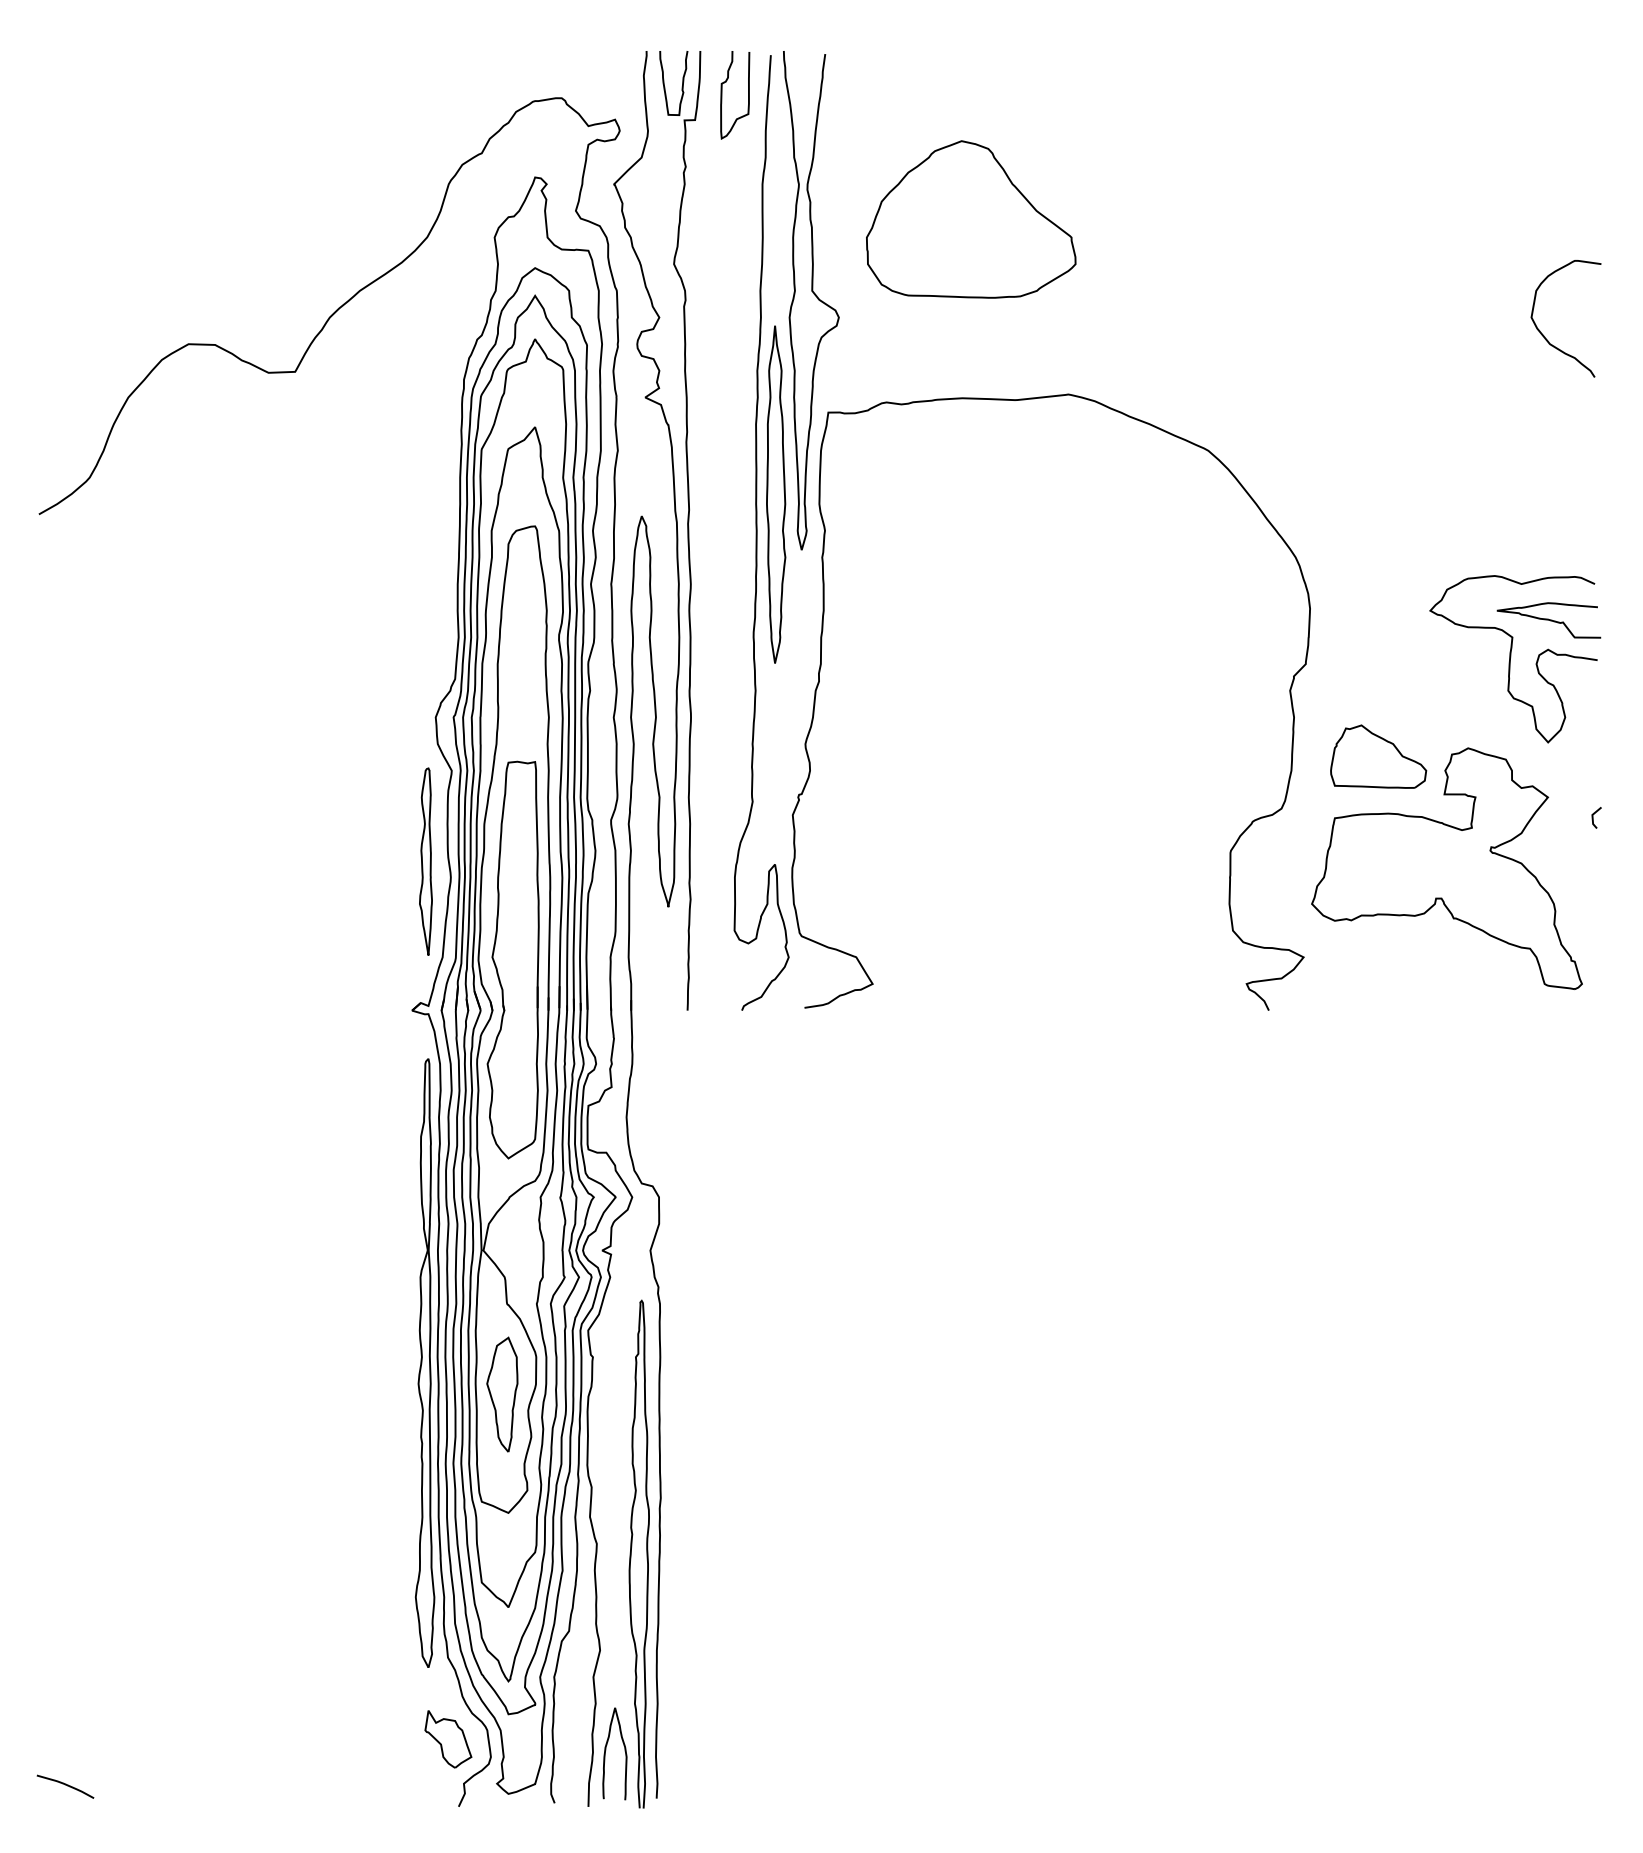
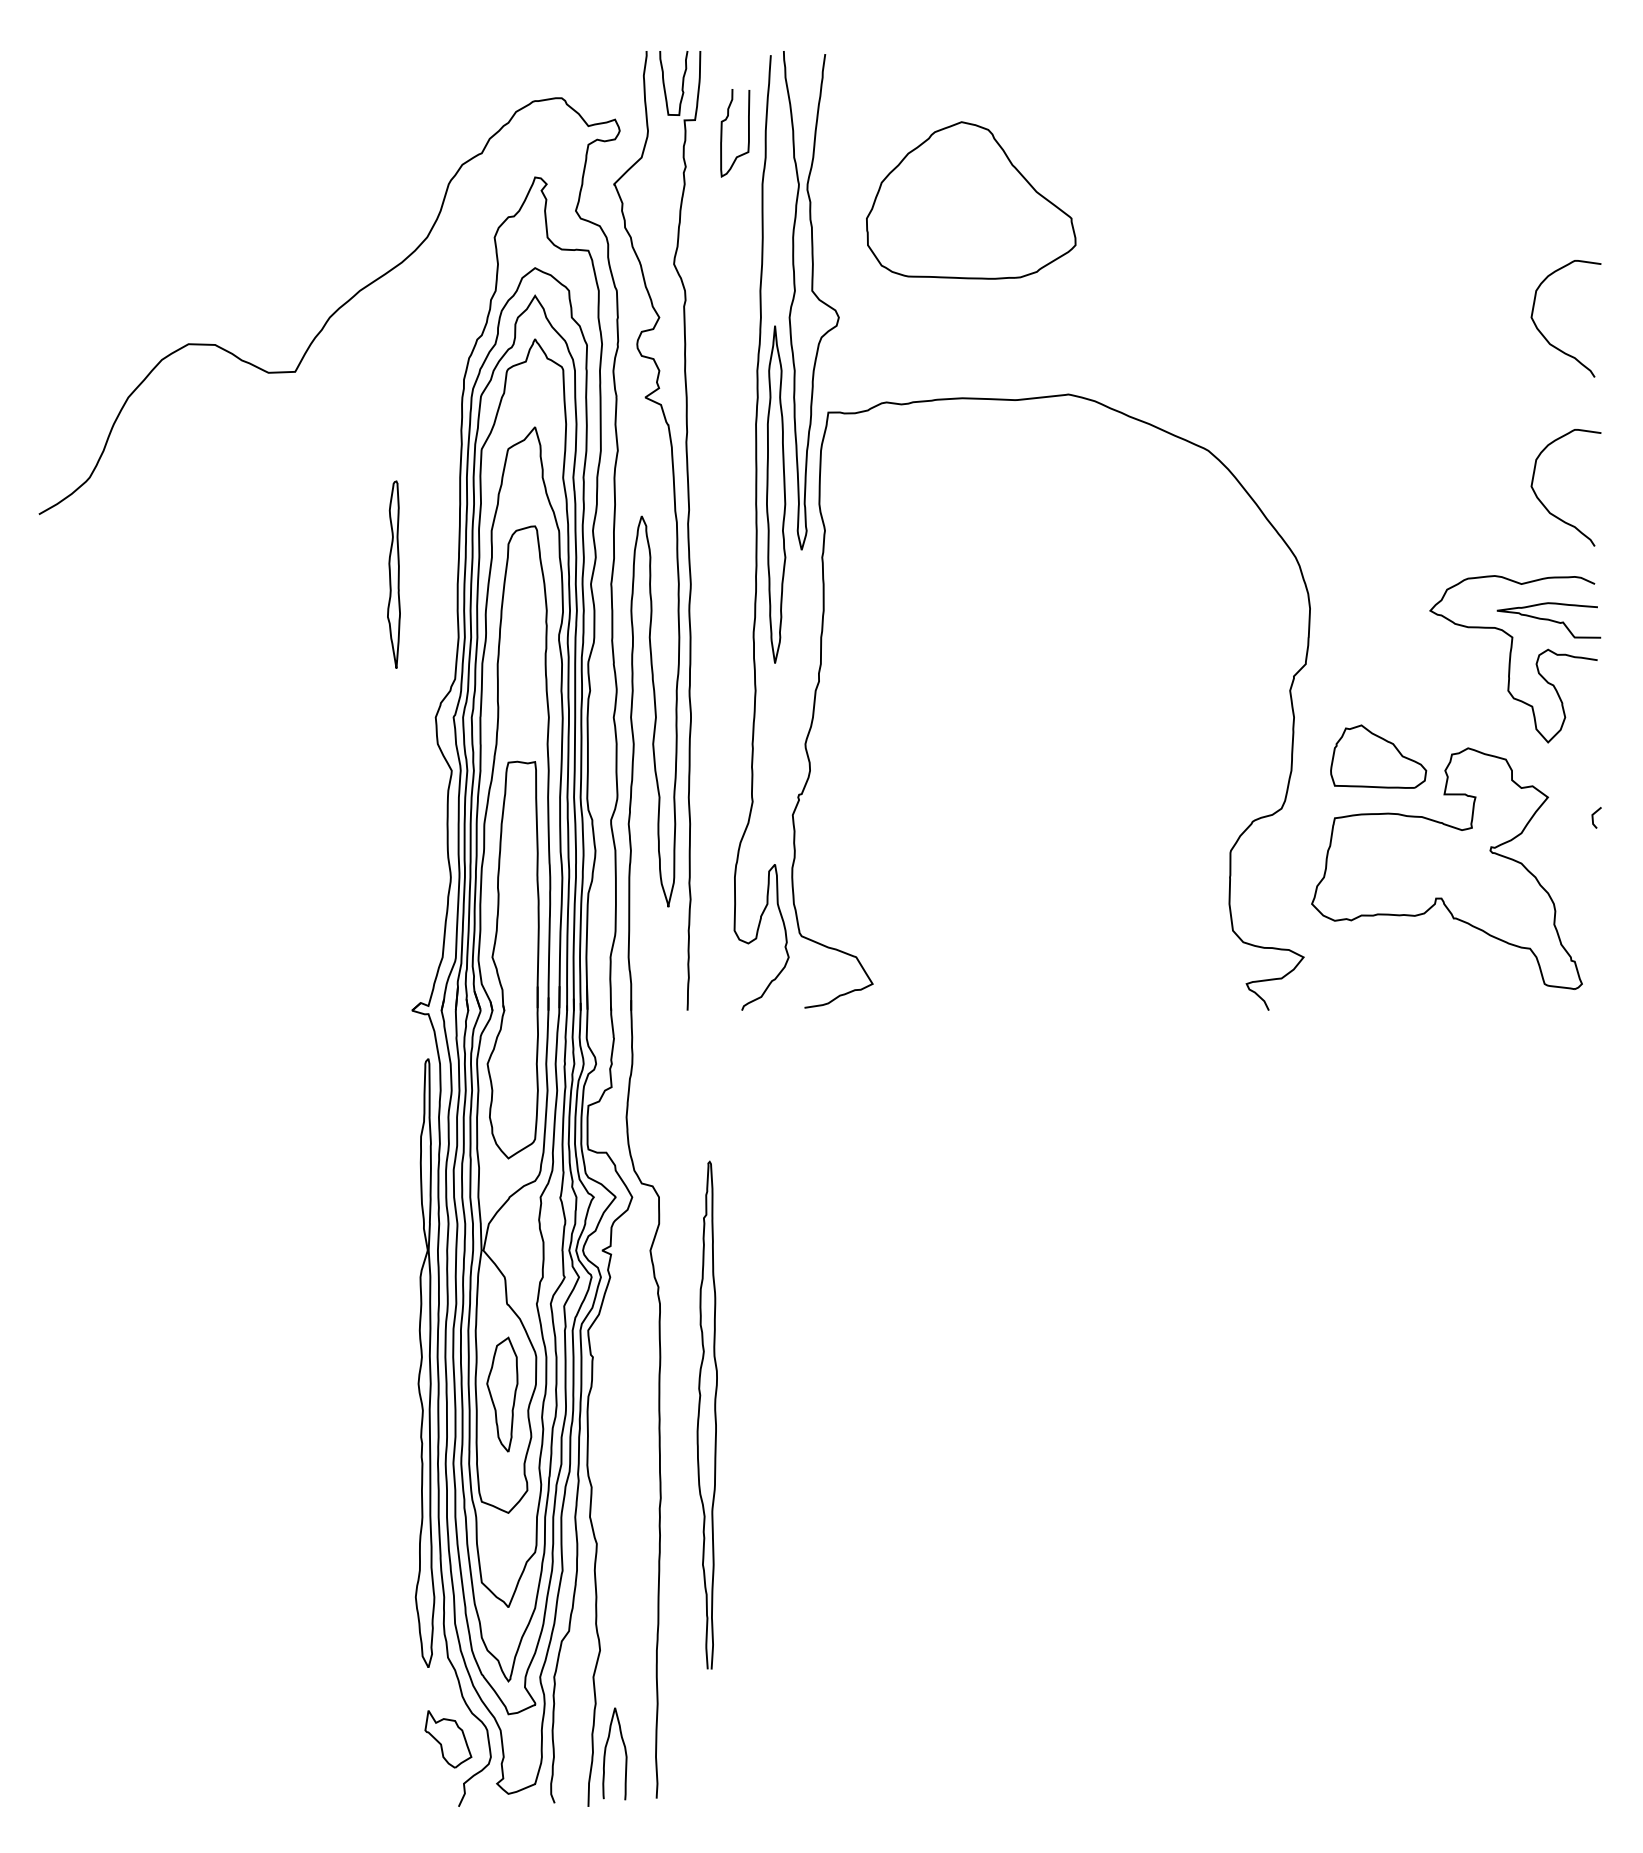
curve at (722, 95) position: (722, 95) -> (722, 133)
part at (971, 219) position: (971, 219) -> (971, 200)
curve at (1544, 504): none -> present
part at (425, 861) position: (425, 861) -> (393, 574)
curve at (631, 1553) position: (631, 1553) -> (699, 1414)
curve at (65, 1785): present -> none
